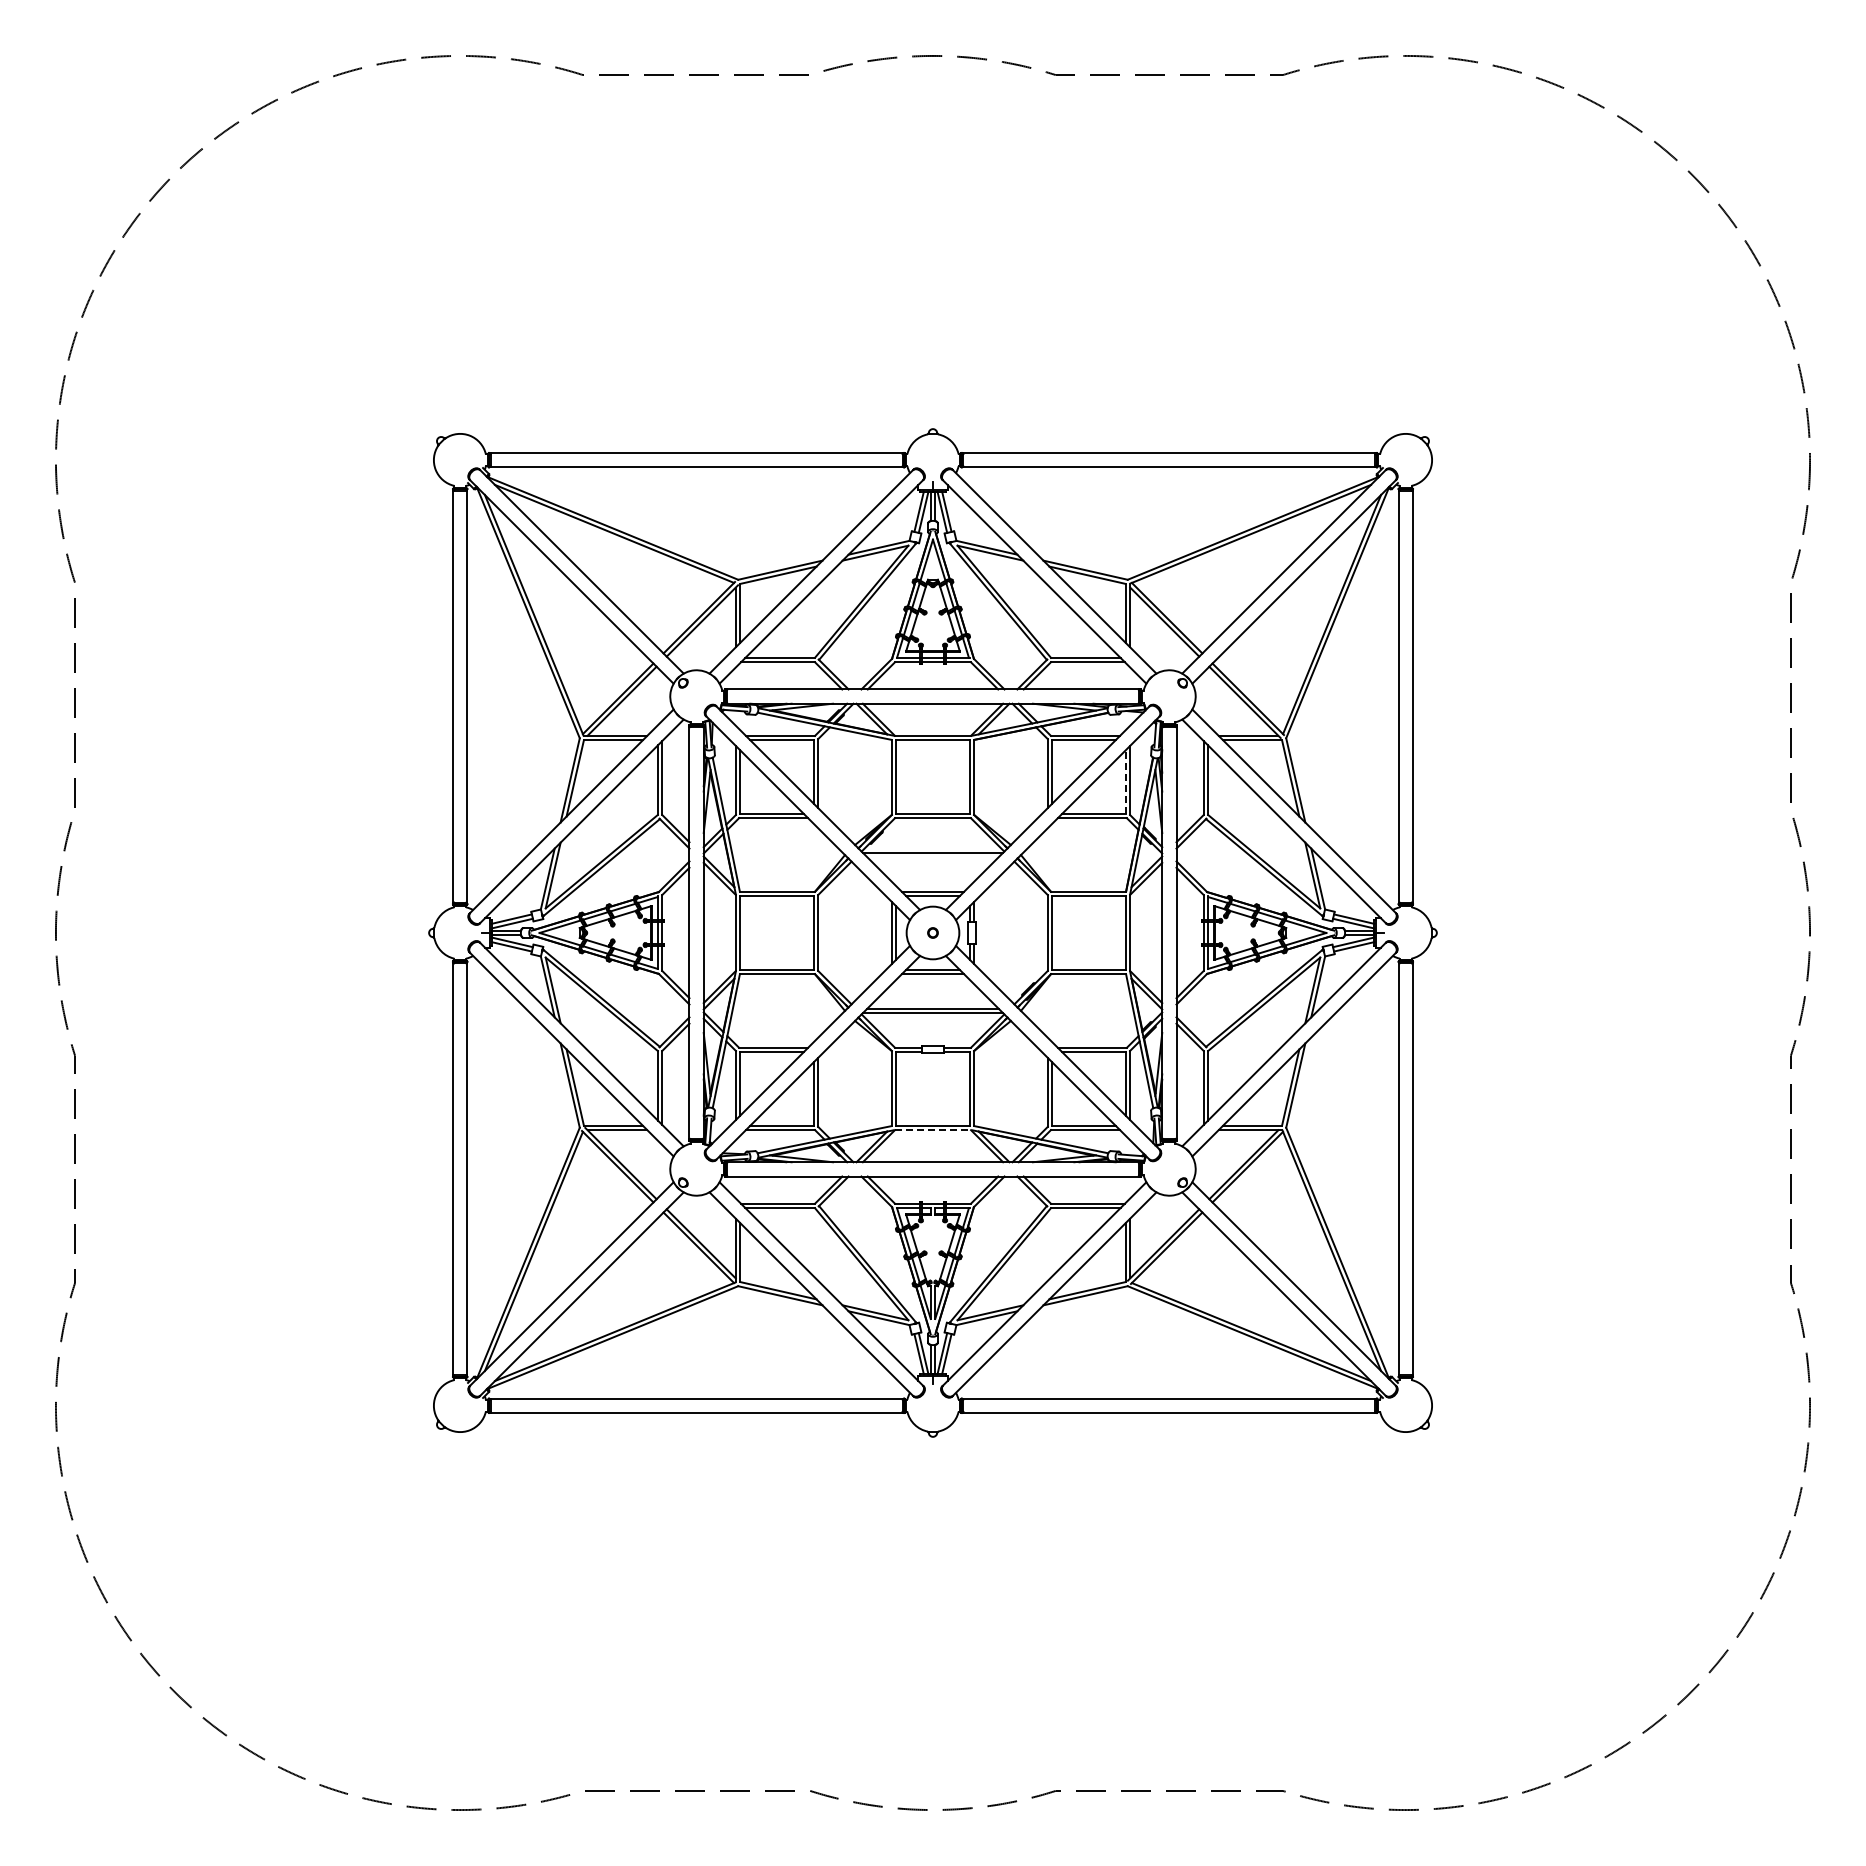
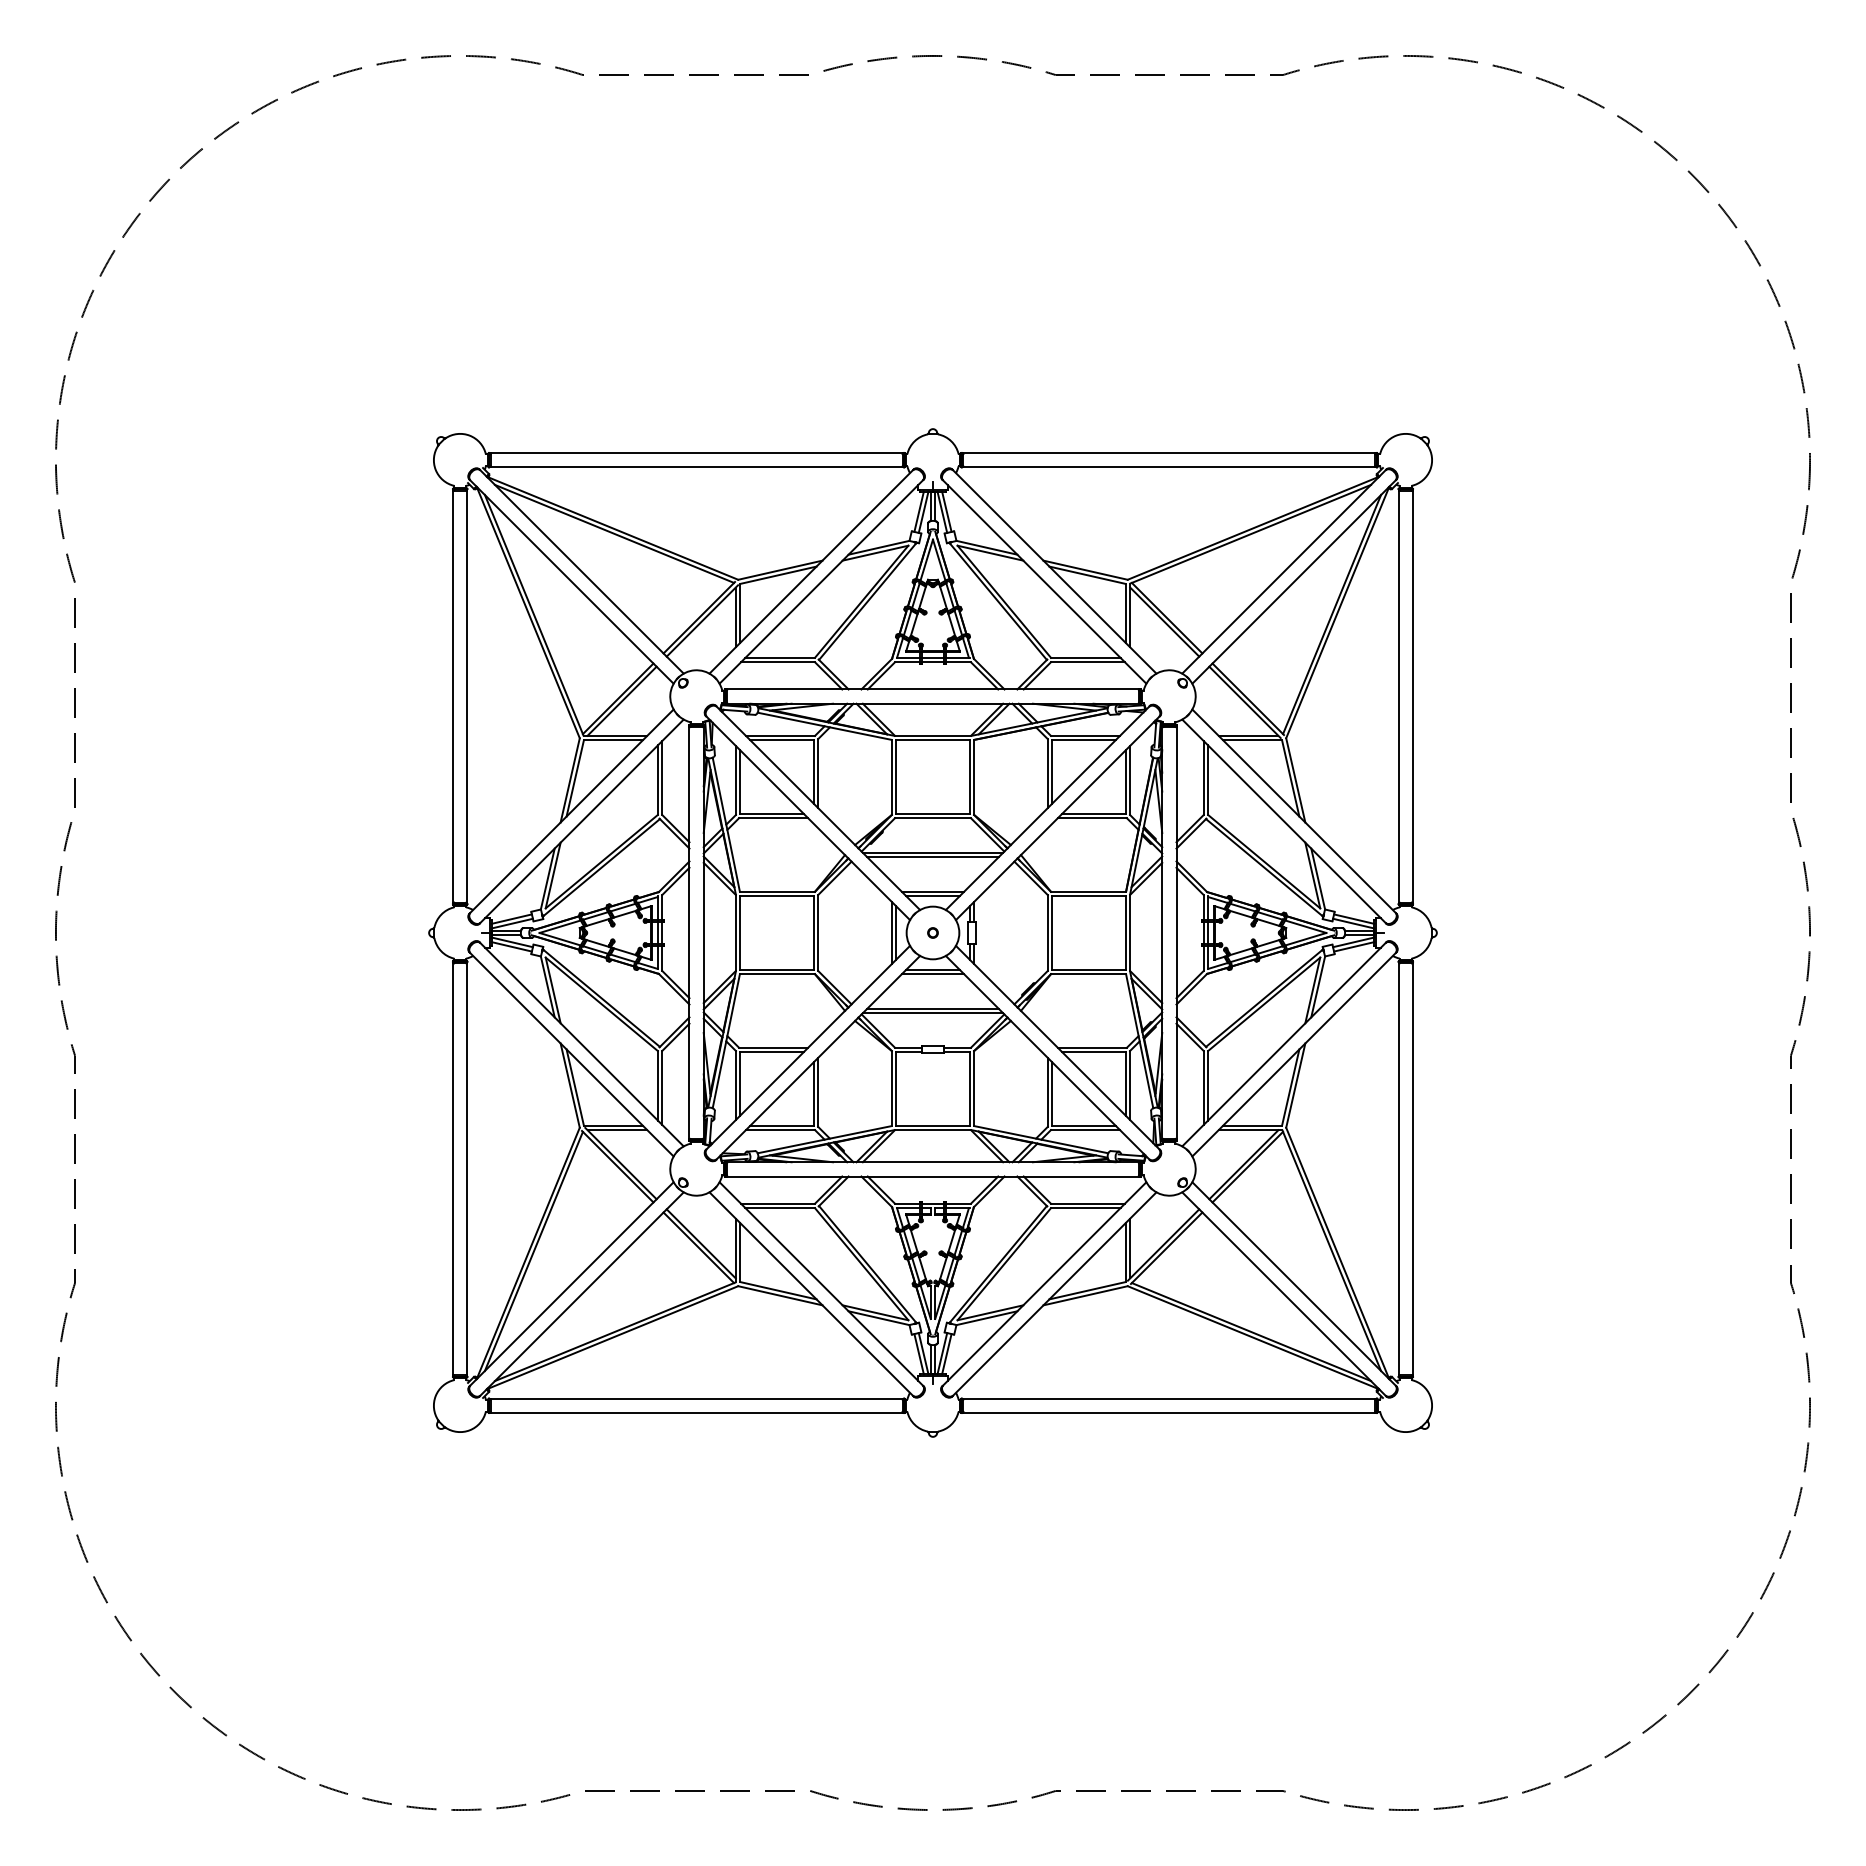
line at (1125, 782): dashed -> solid
line at (932, 857): none -> present
line at (933, 1130): dashed -> solid
